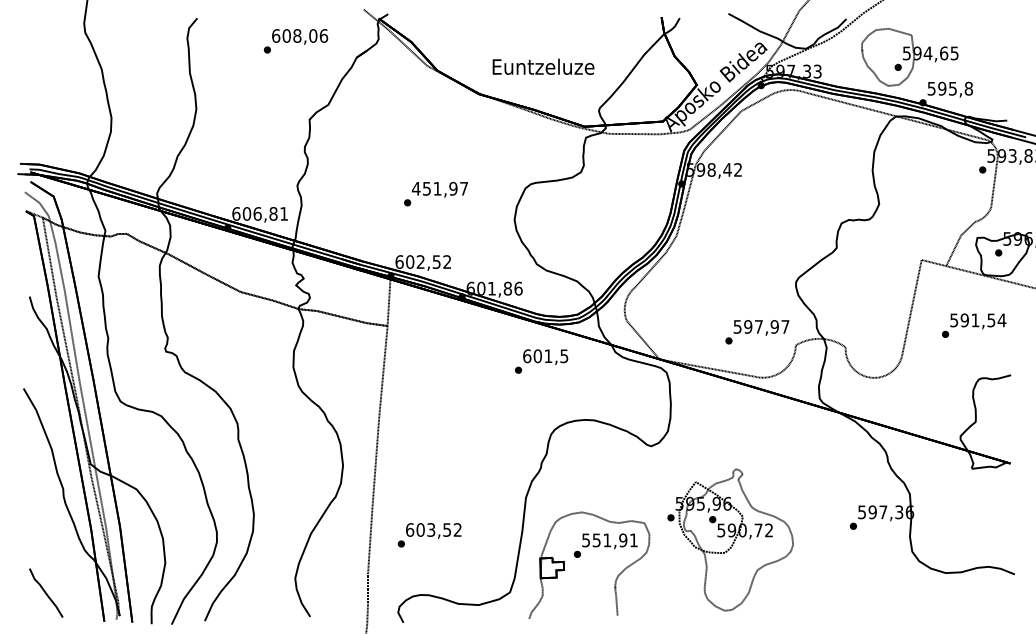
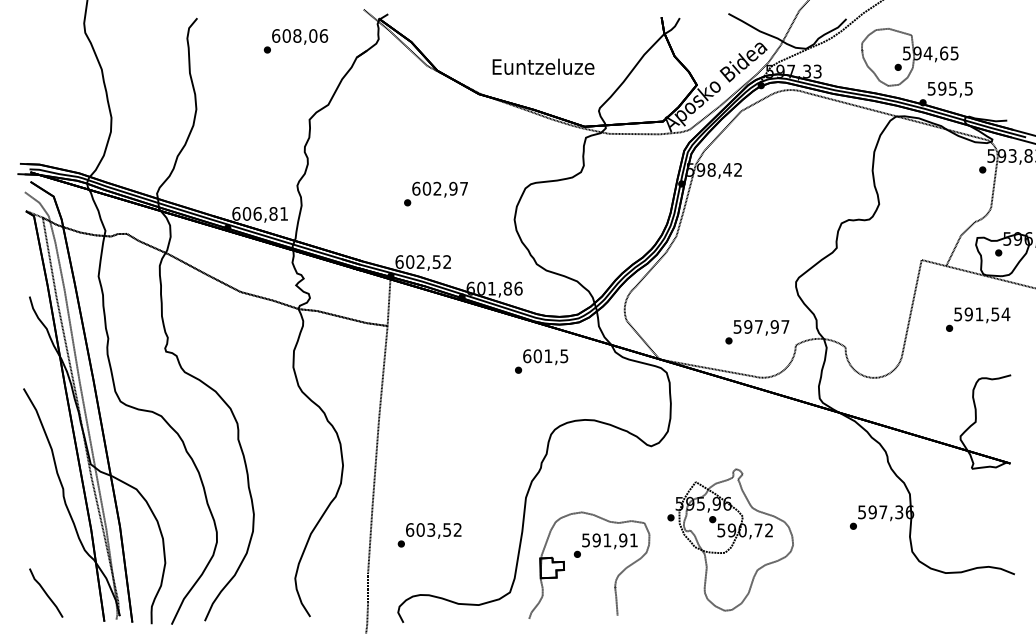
text at (968, 88): 595,8 -> 595,5
text at (426, 188): 451,97 -> 602,97
text at (974, 325) position: (974, 325) -> (978, 319)
text at (596, 540): 551,91 -> 591,91
